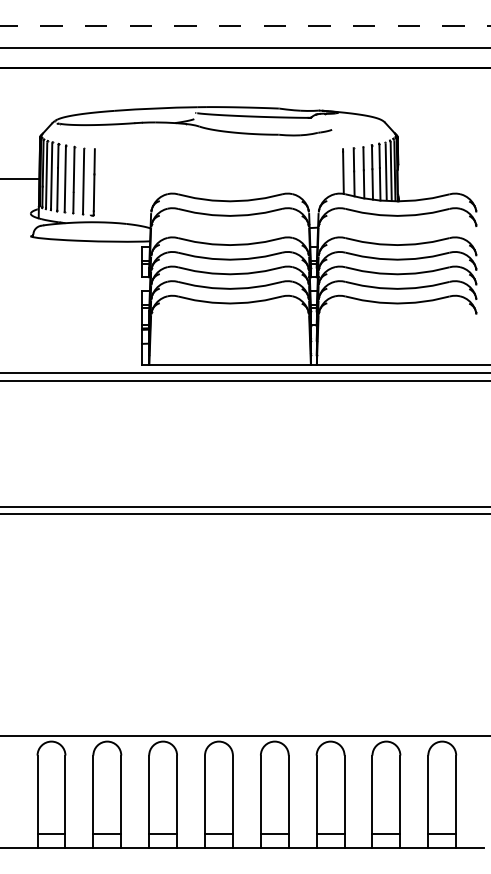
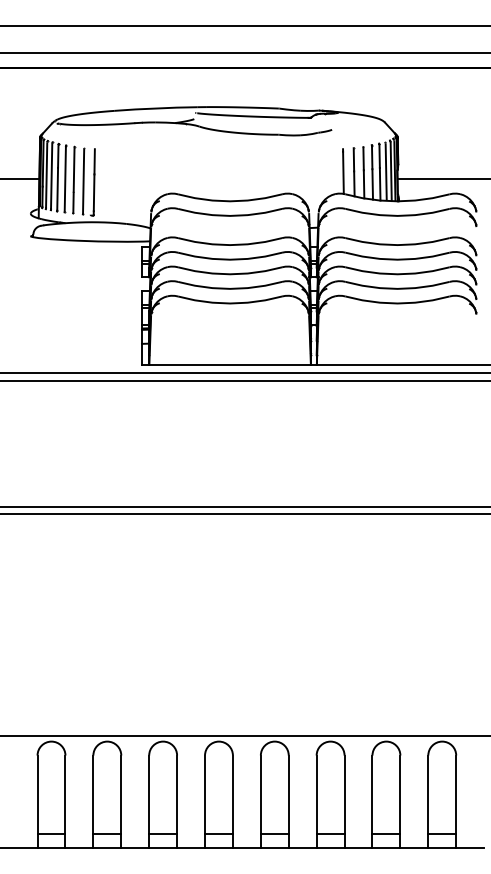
line at (245, 26): dashed -> solid
line at (244, 48) position: (244, 48) -> (244, 53)
line at (442, 178): none -> present
